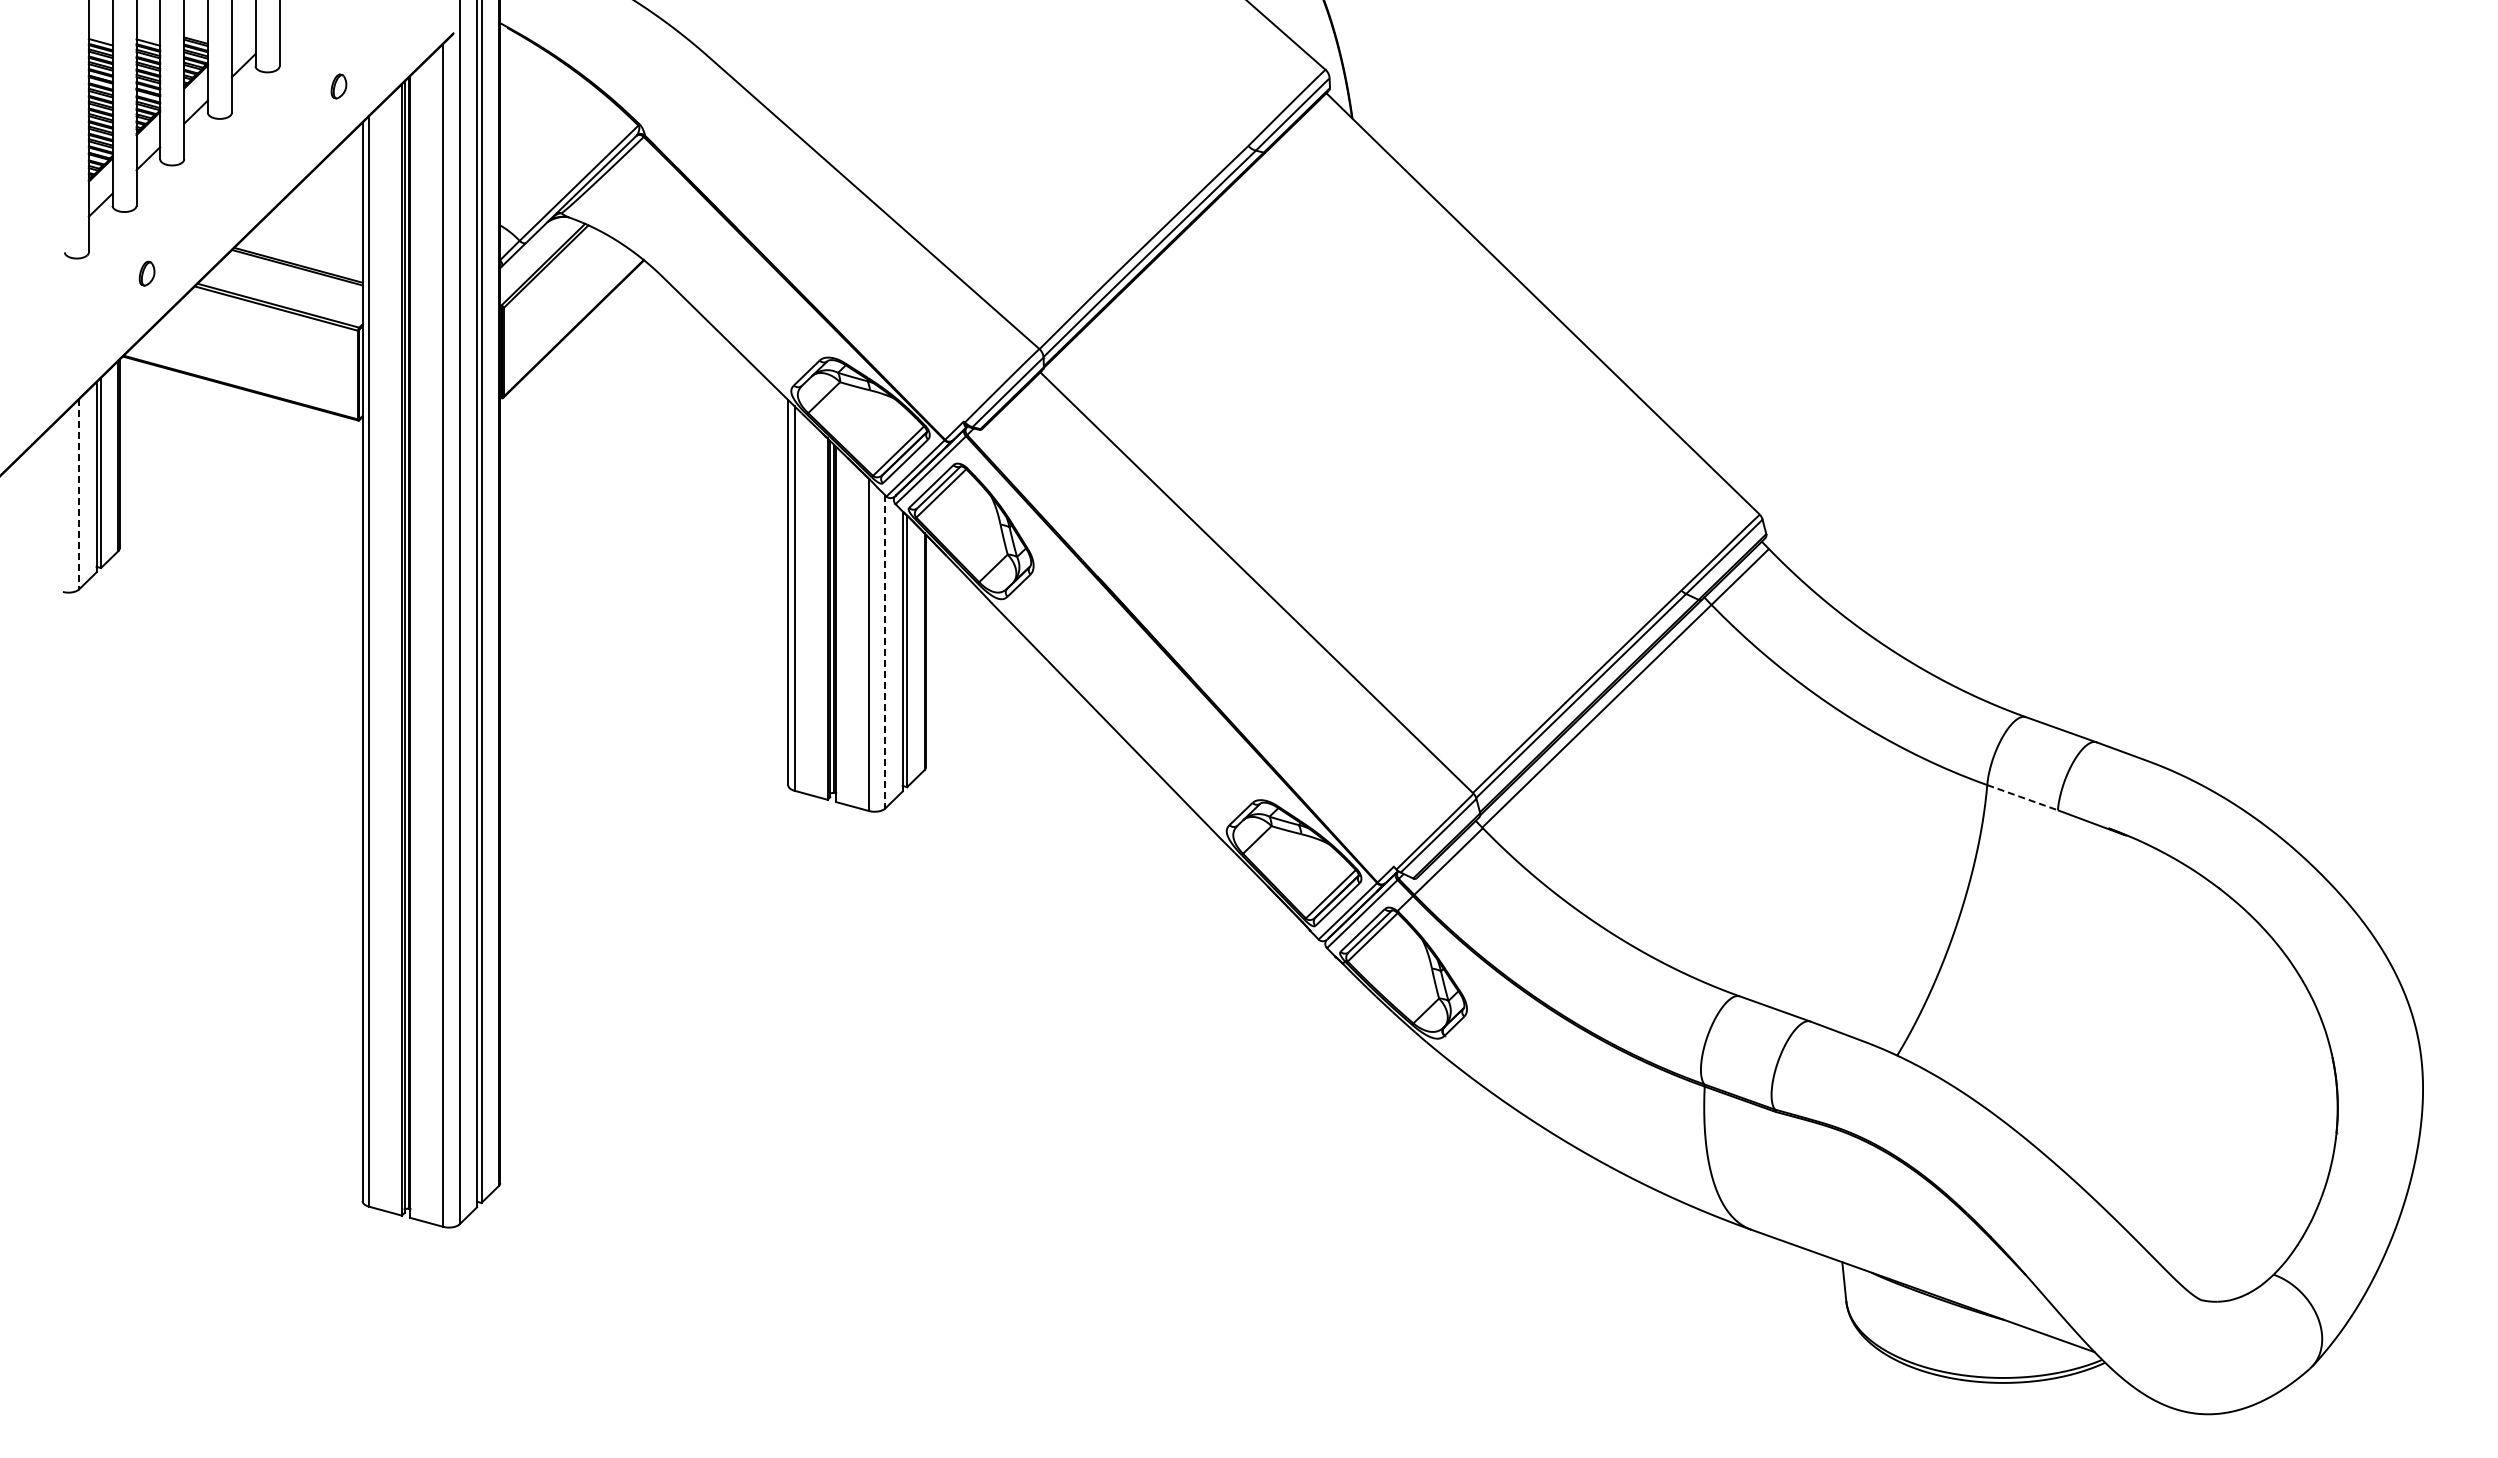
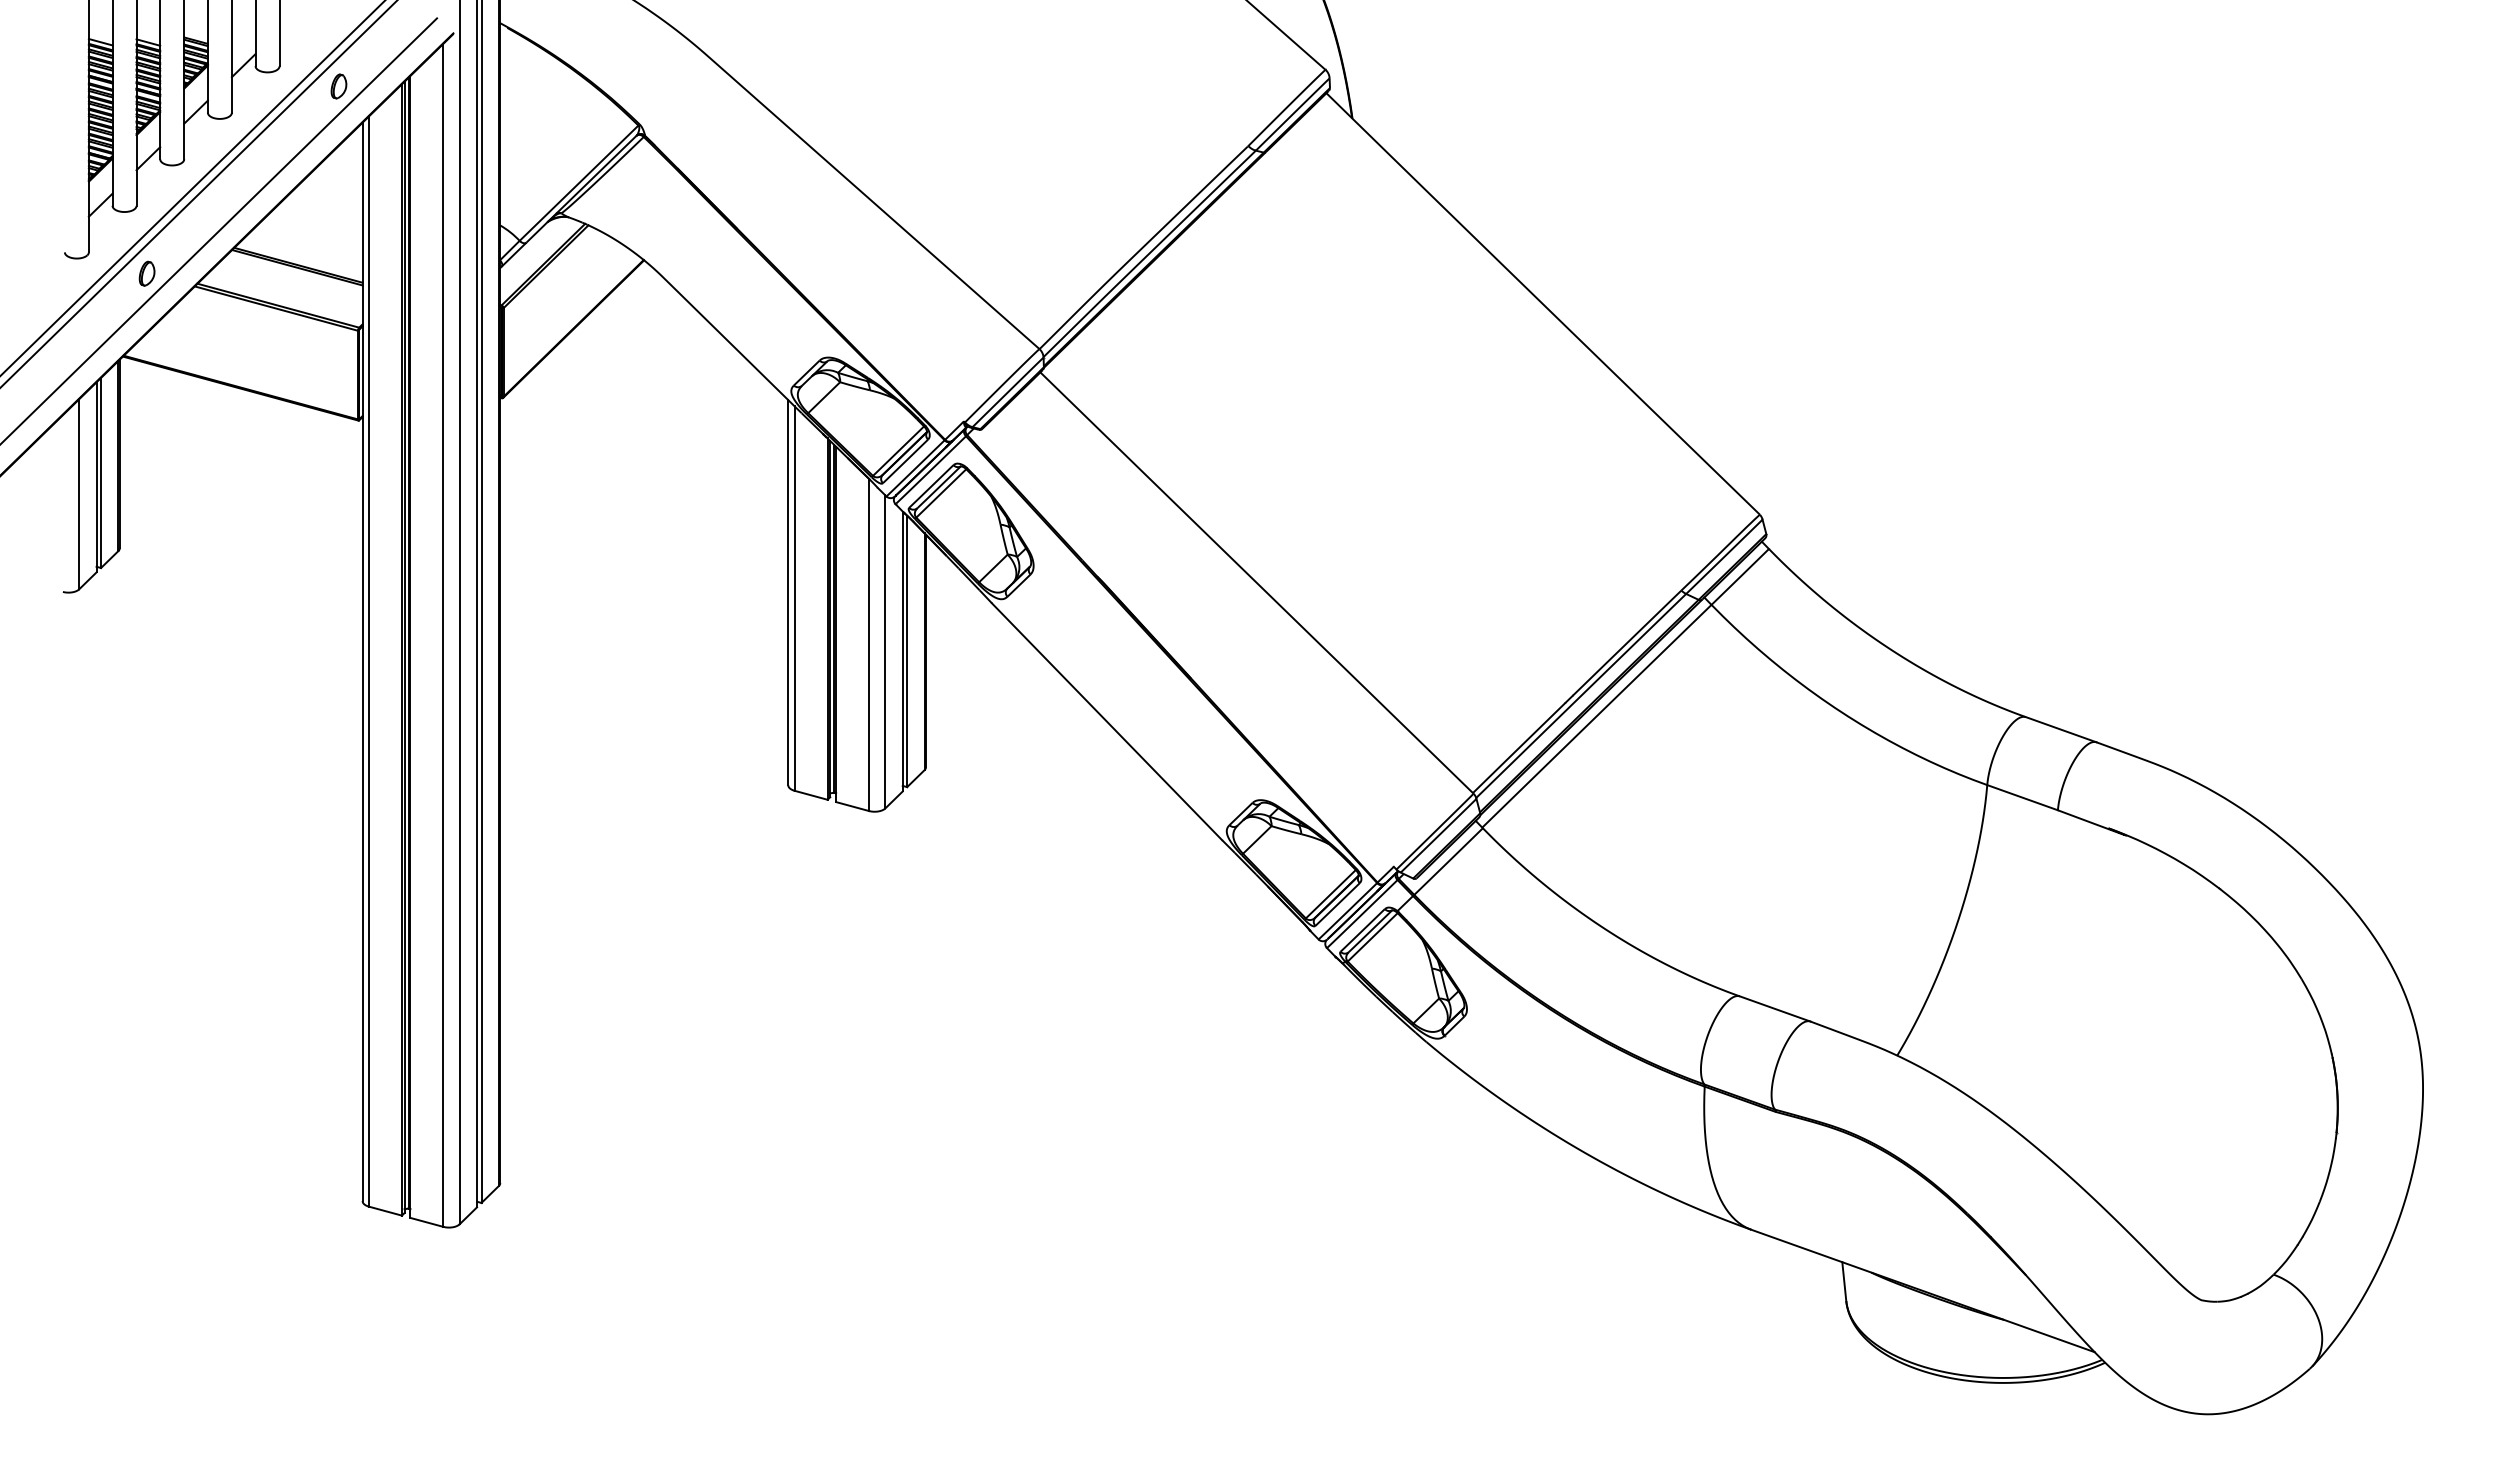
line at (192, 188): none -> present
line at (198, 193): none -> present
line at (219, 230): none -> present
line at (79, 494): dashed -> solid
line at (885, 651): dashed -> solid
line at (2023, 797): dashed -> solid
